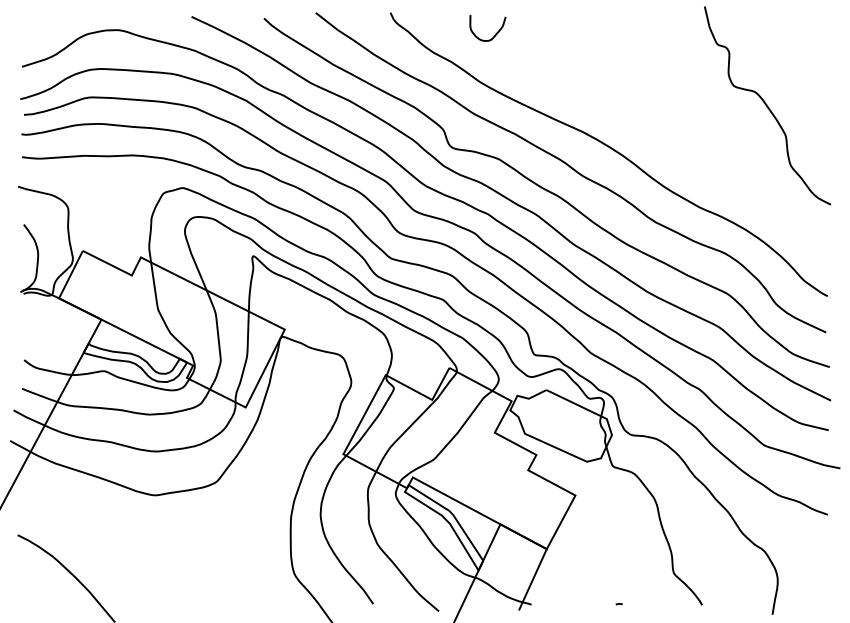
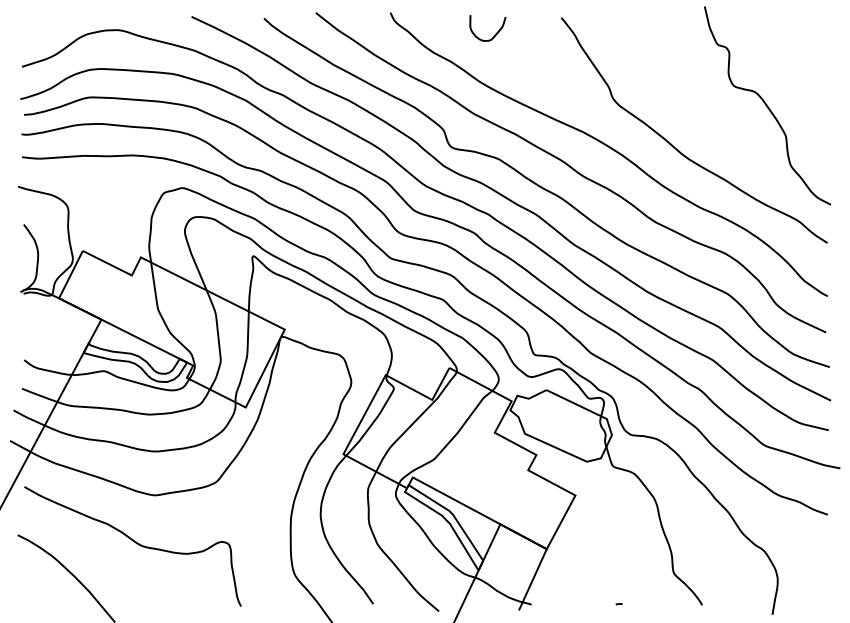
curve at (678, 149): none -> present
curve at (135, 543): none -> present
